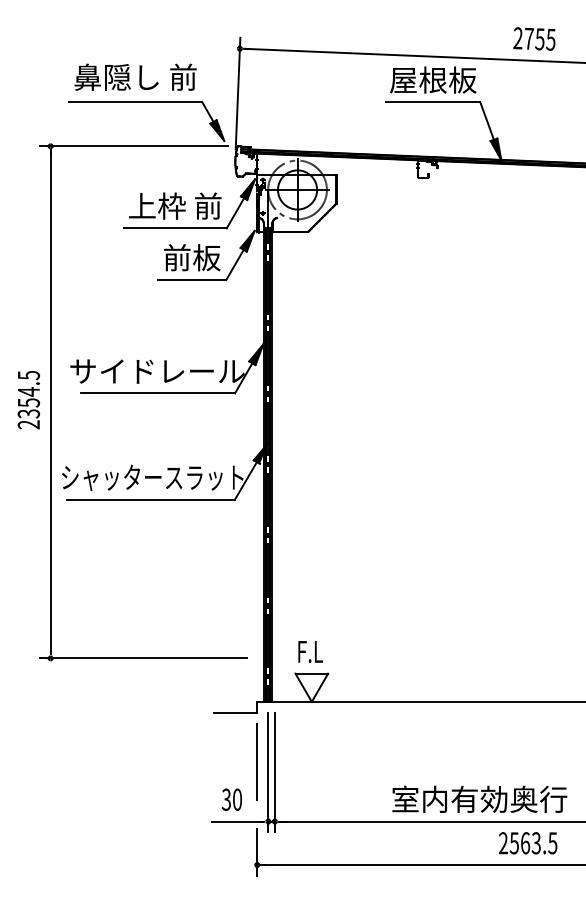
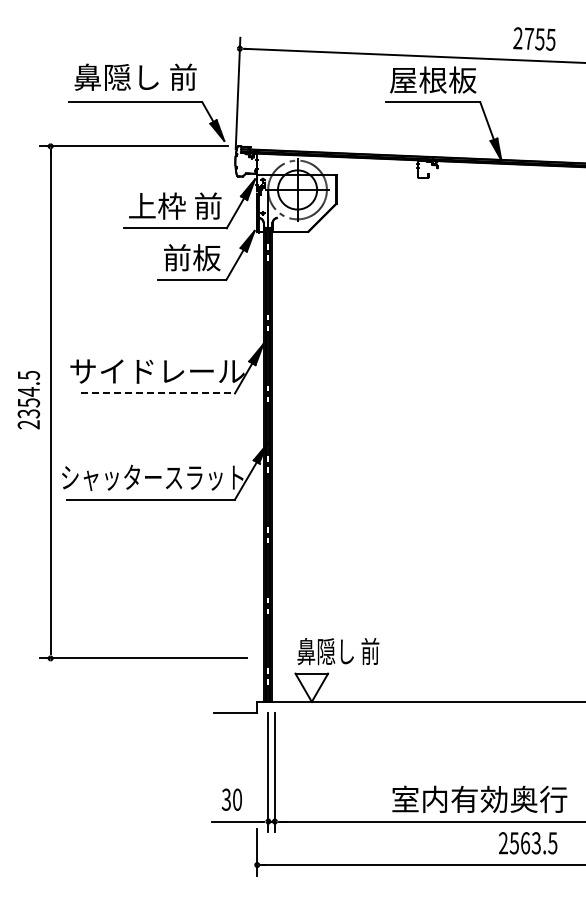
line at (158, 393): solid -> dashed
text at (338, 651): F.L -> 鼻隠し 前
line at (257, 761): present -> none
